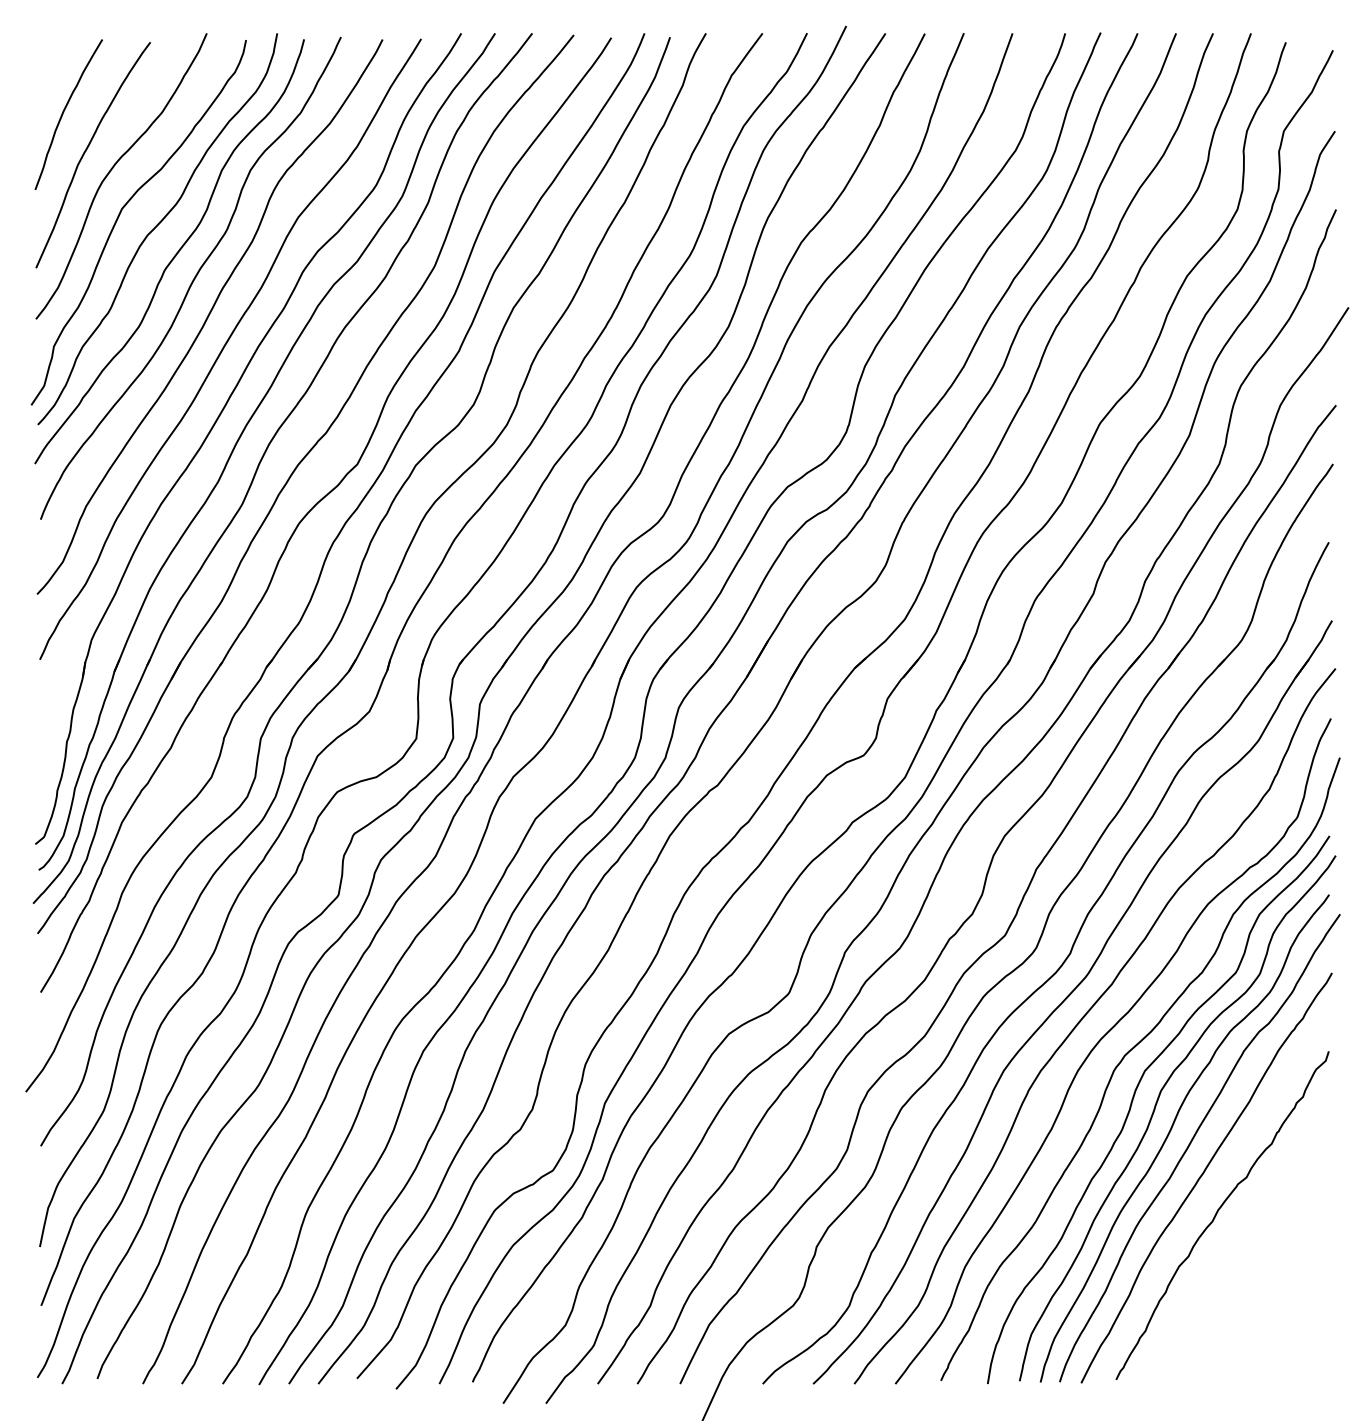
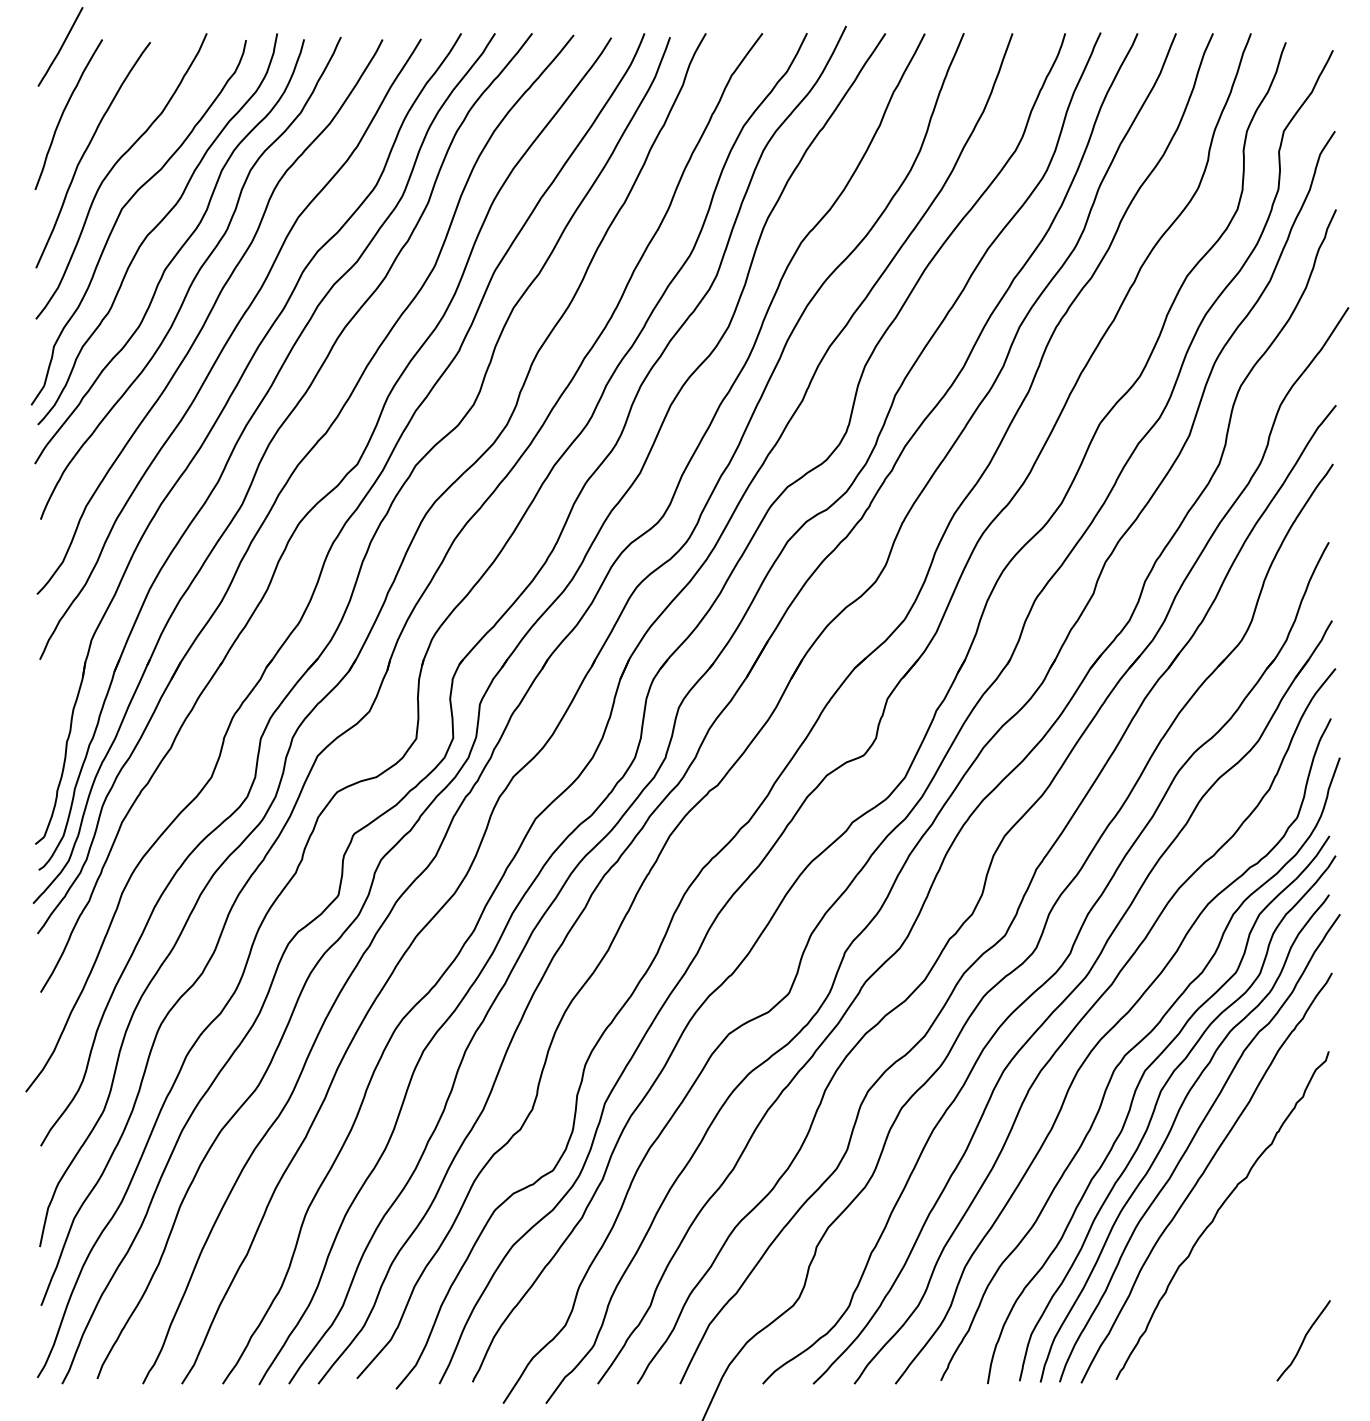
curve at (60, 46): none -> present
curve at (1303, 1340): none -> present
